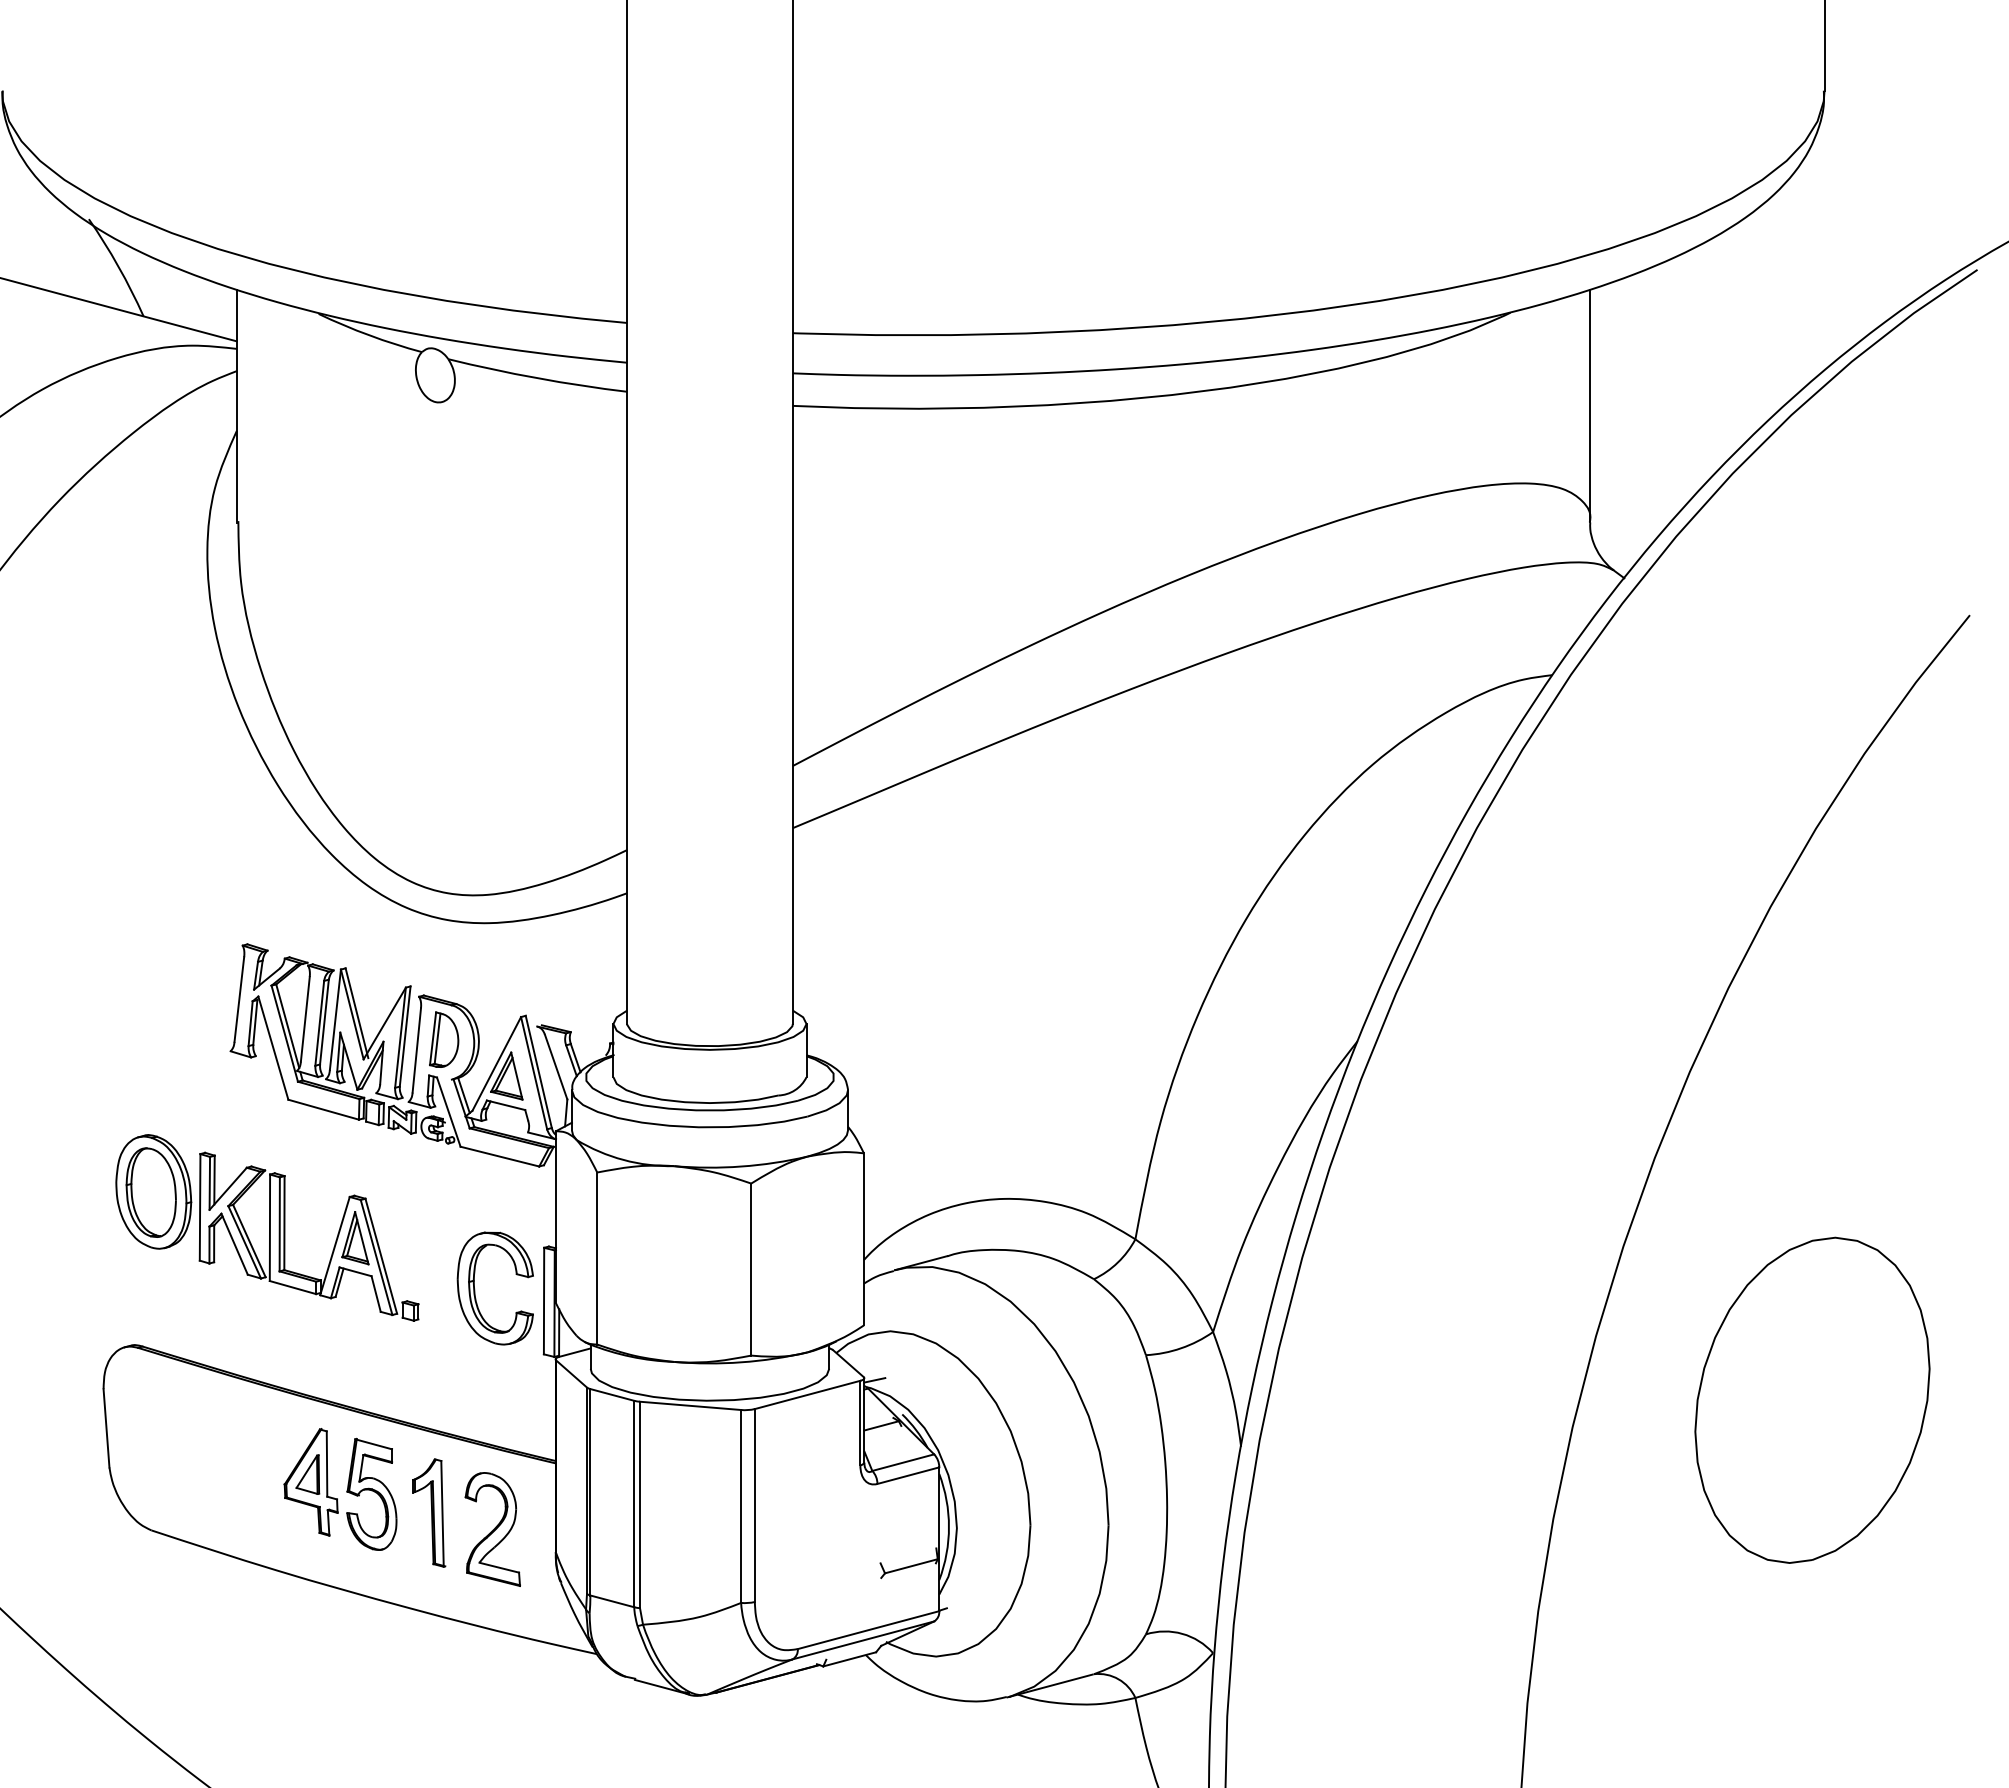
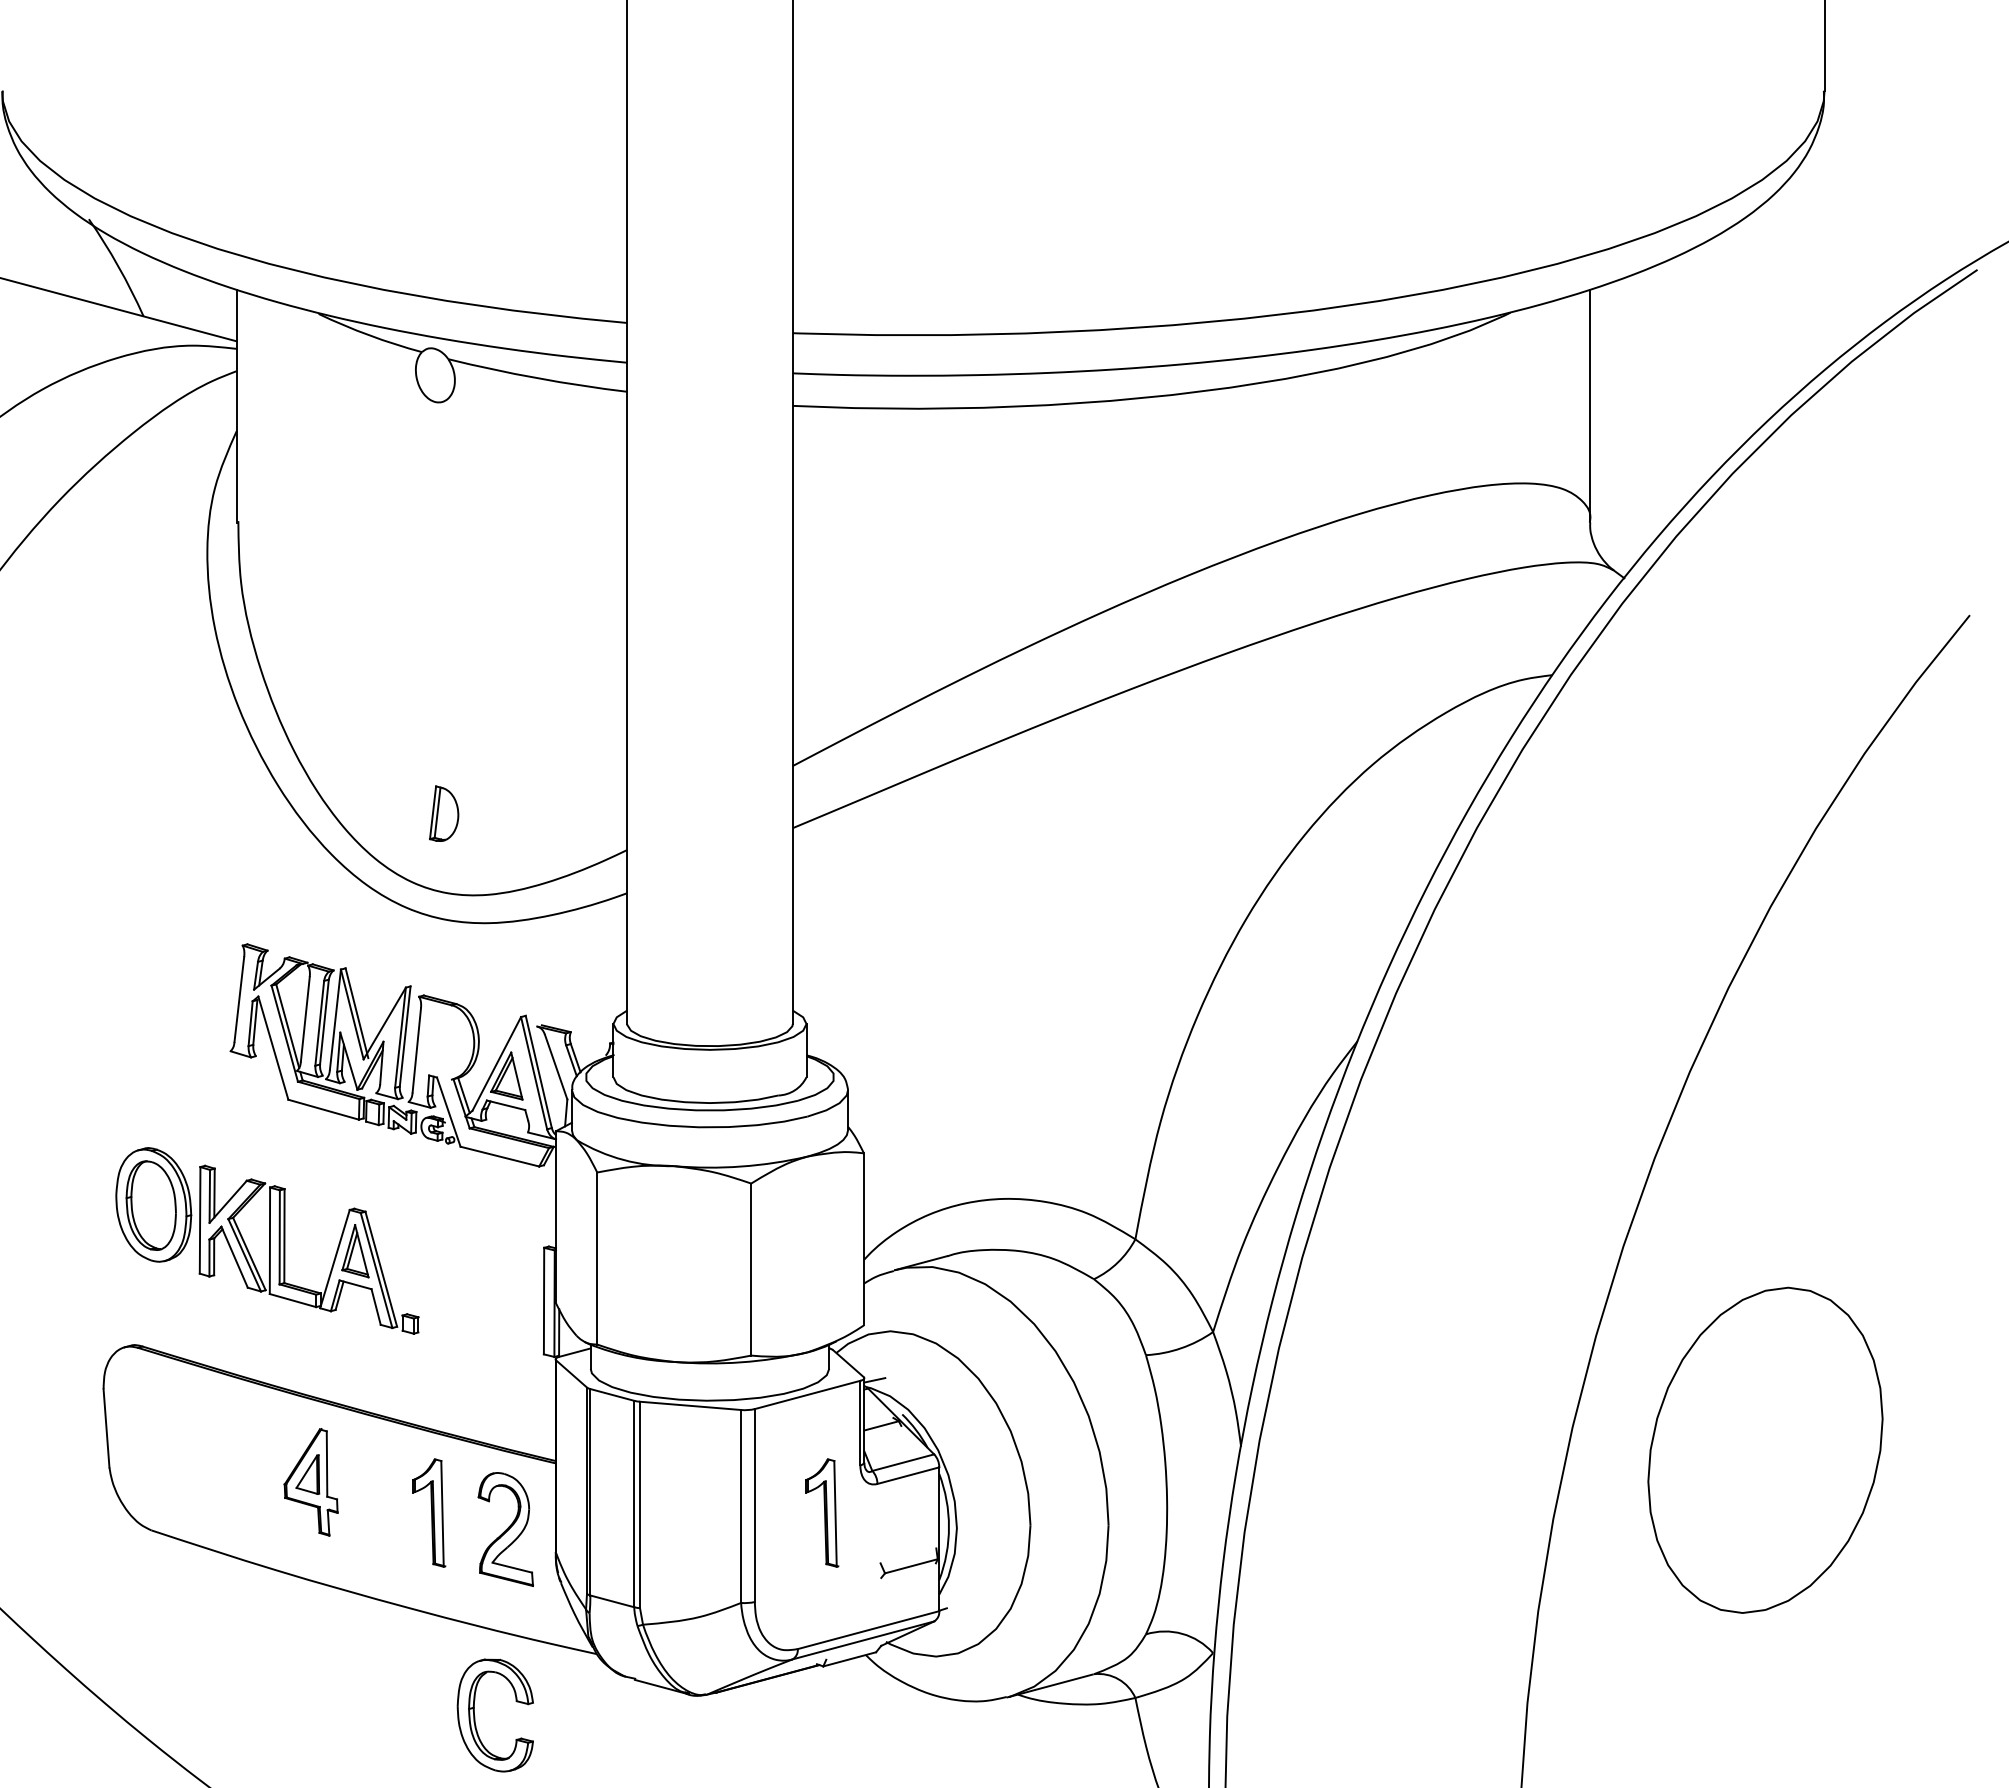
part at (444, 1039) position: (444, 1039) -> (444, 813)
part at (267, 1227) position: (267, 1227) -> (267, 1240)
part at (475, 1289) position: (475, 1289) -> (475, 1716)
part at (1812, 1399) position: (1812, 1399) -> (1765, 1449)
part at (371, 1493): present -> none
part at (822, 1512): none -> present
part at (492, 1529) position: (492, 1529) -> (505, 1529)
